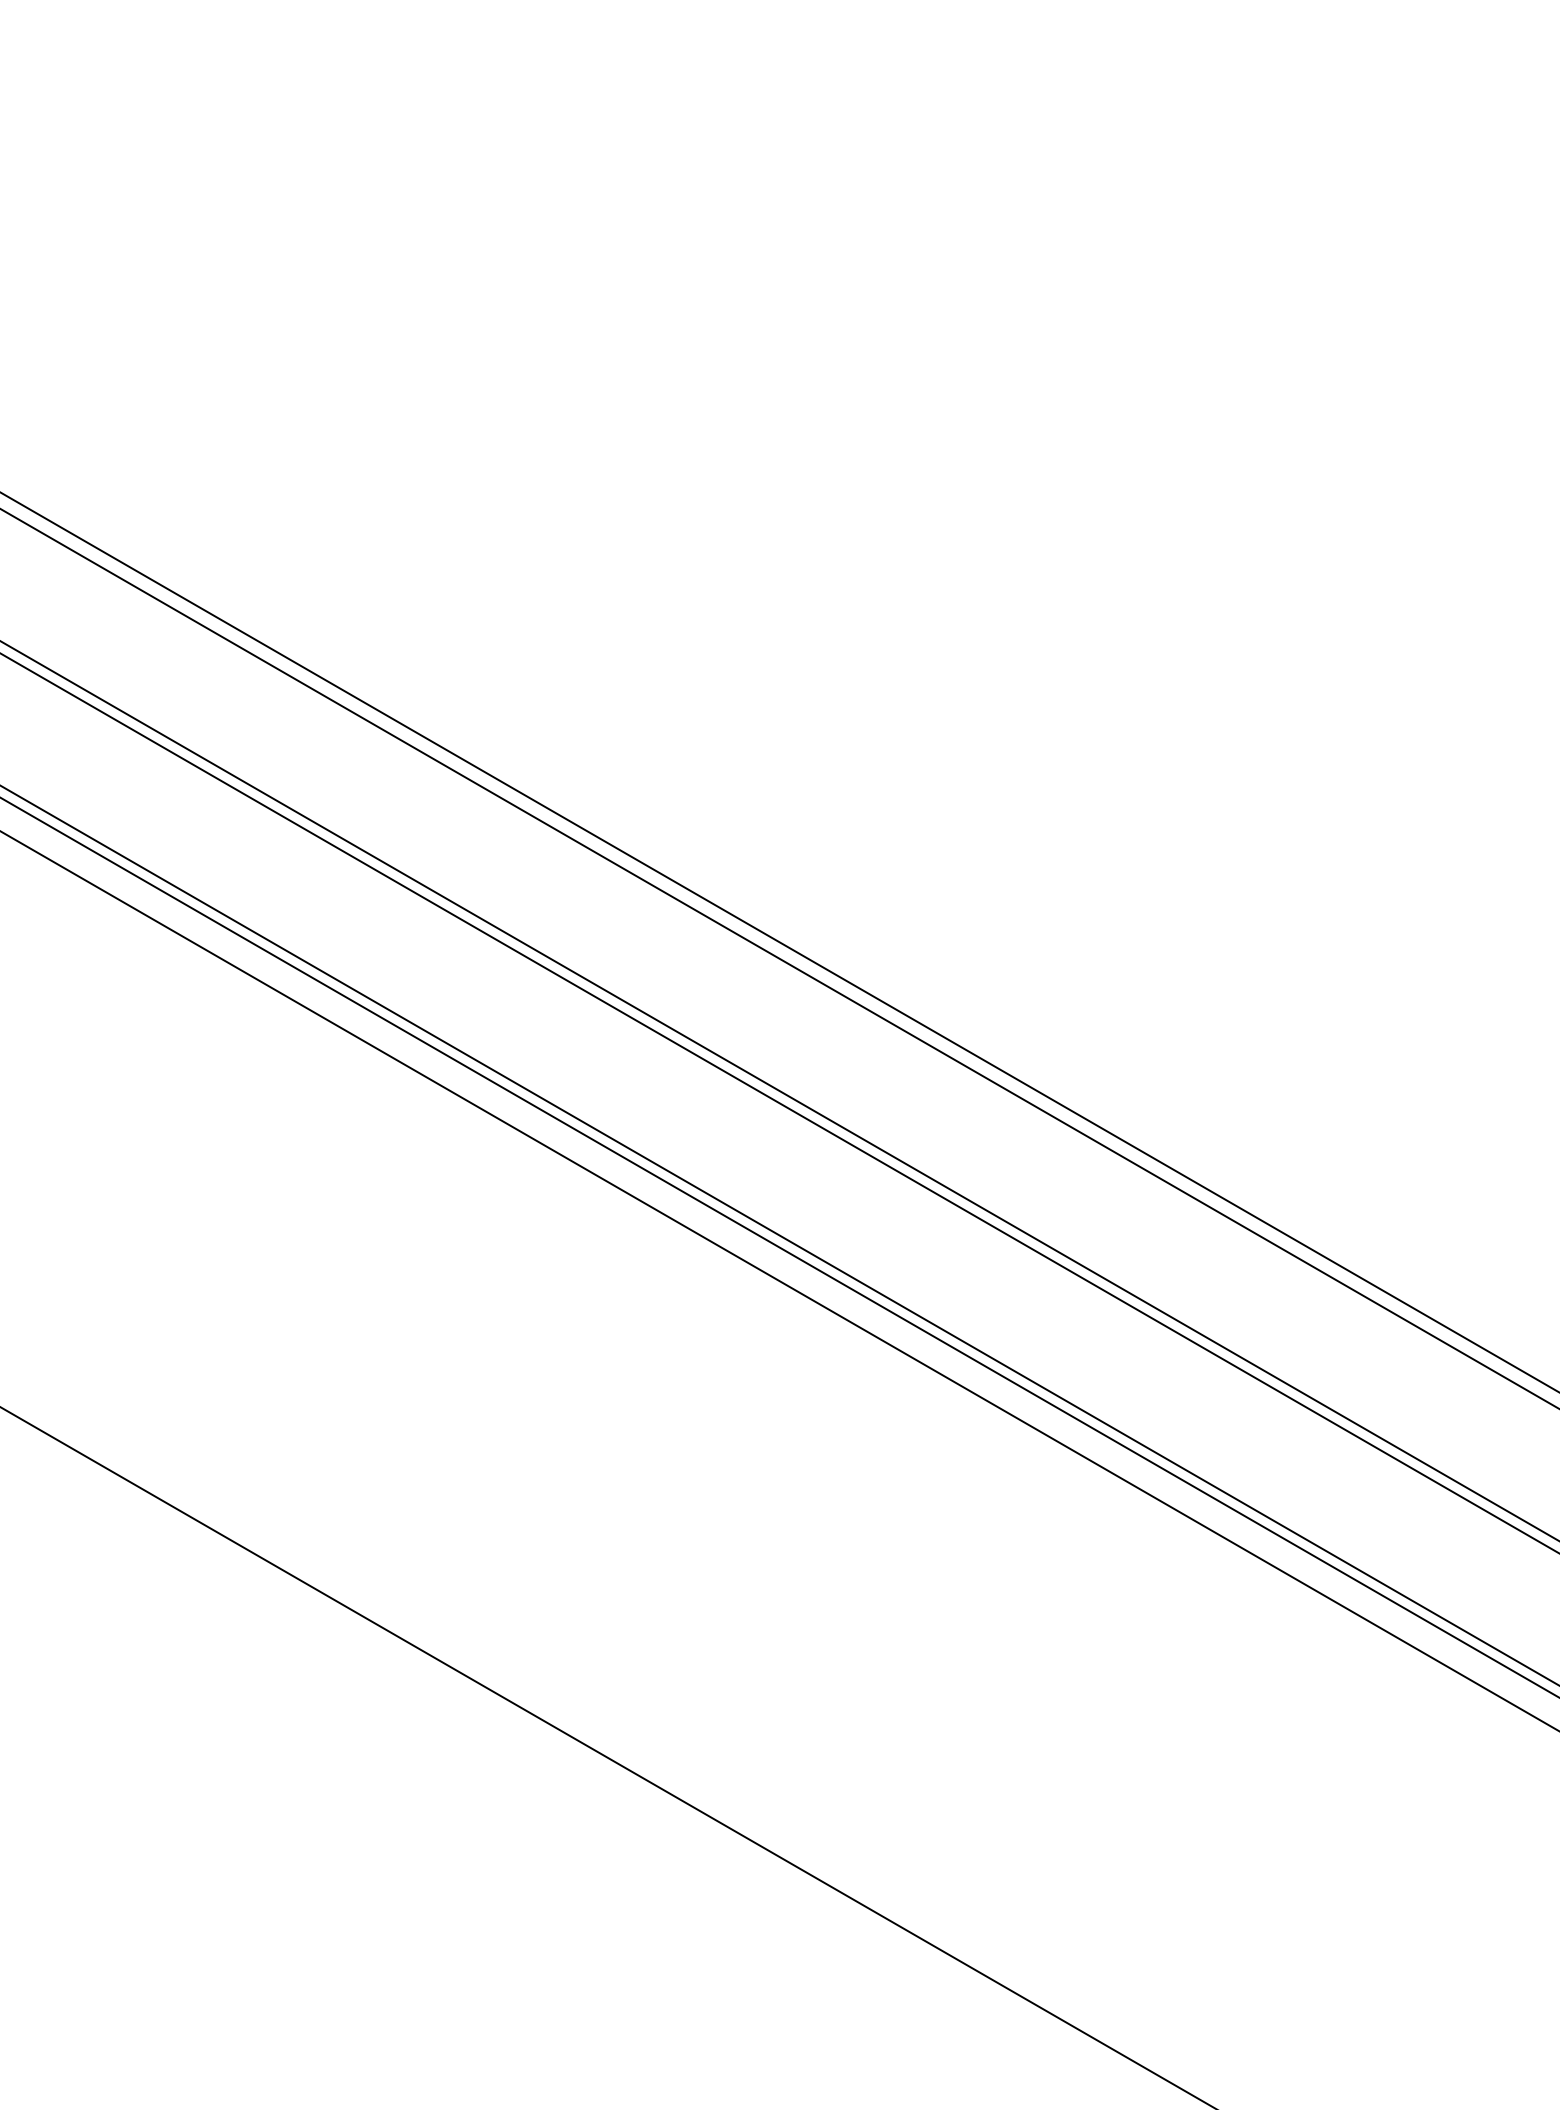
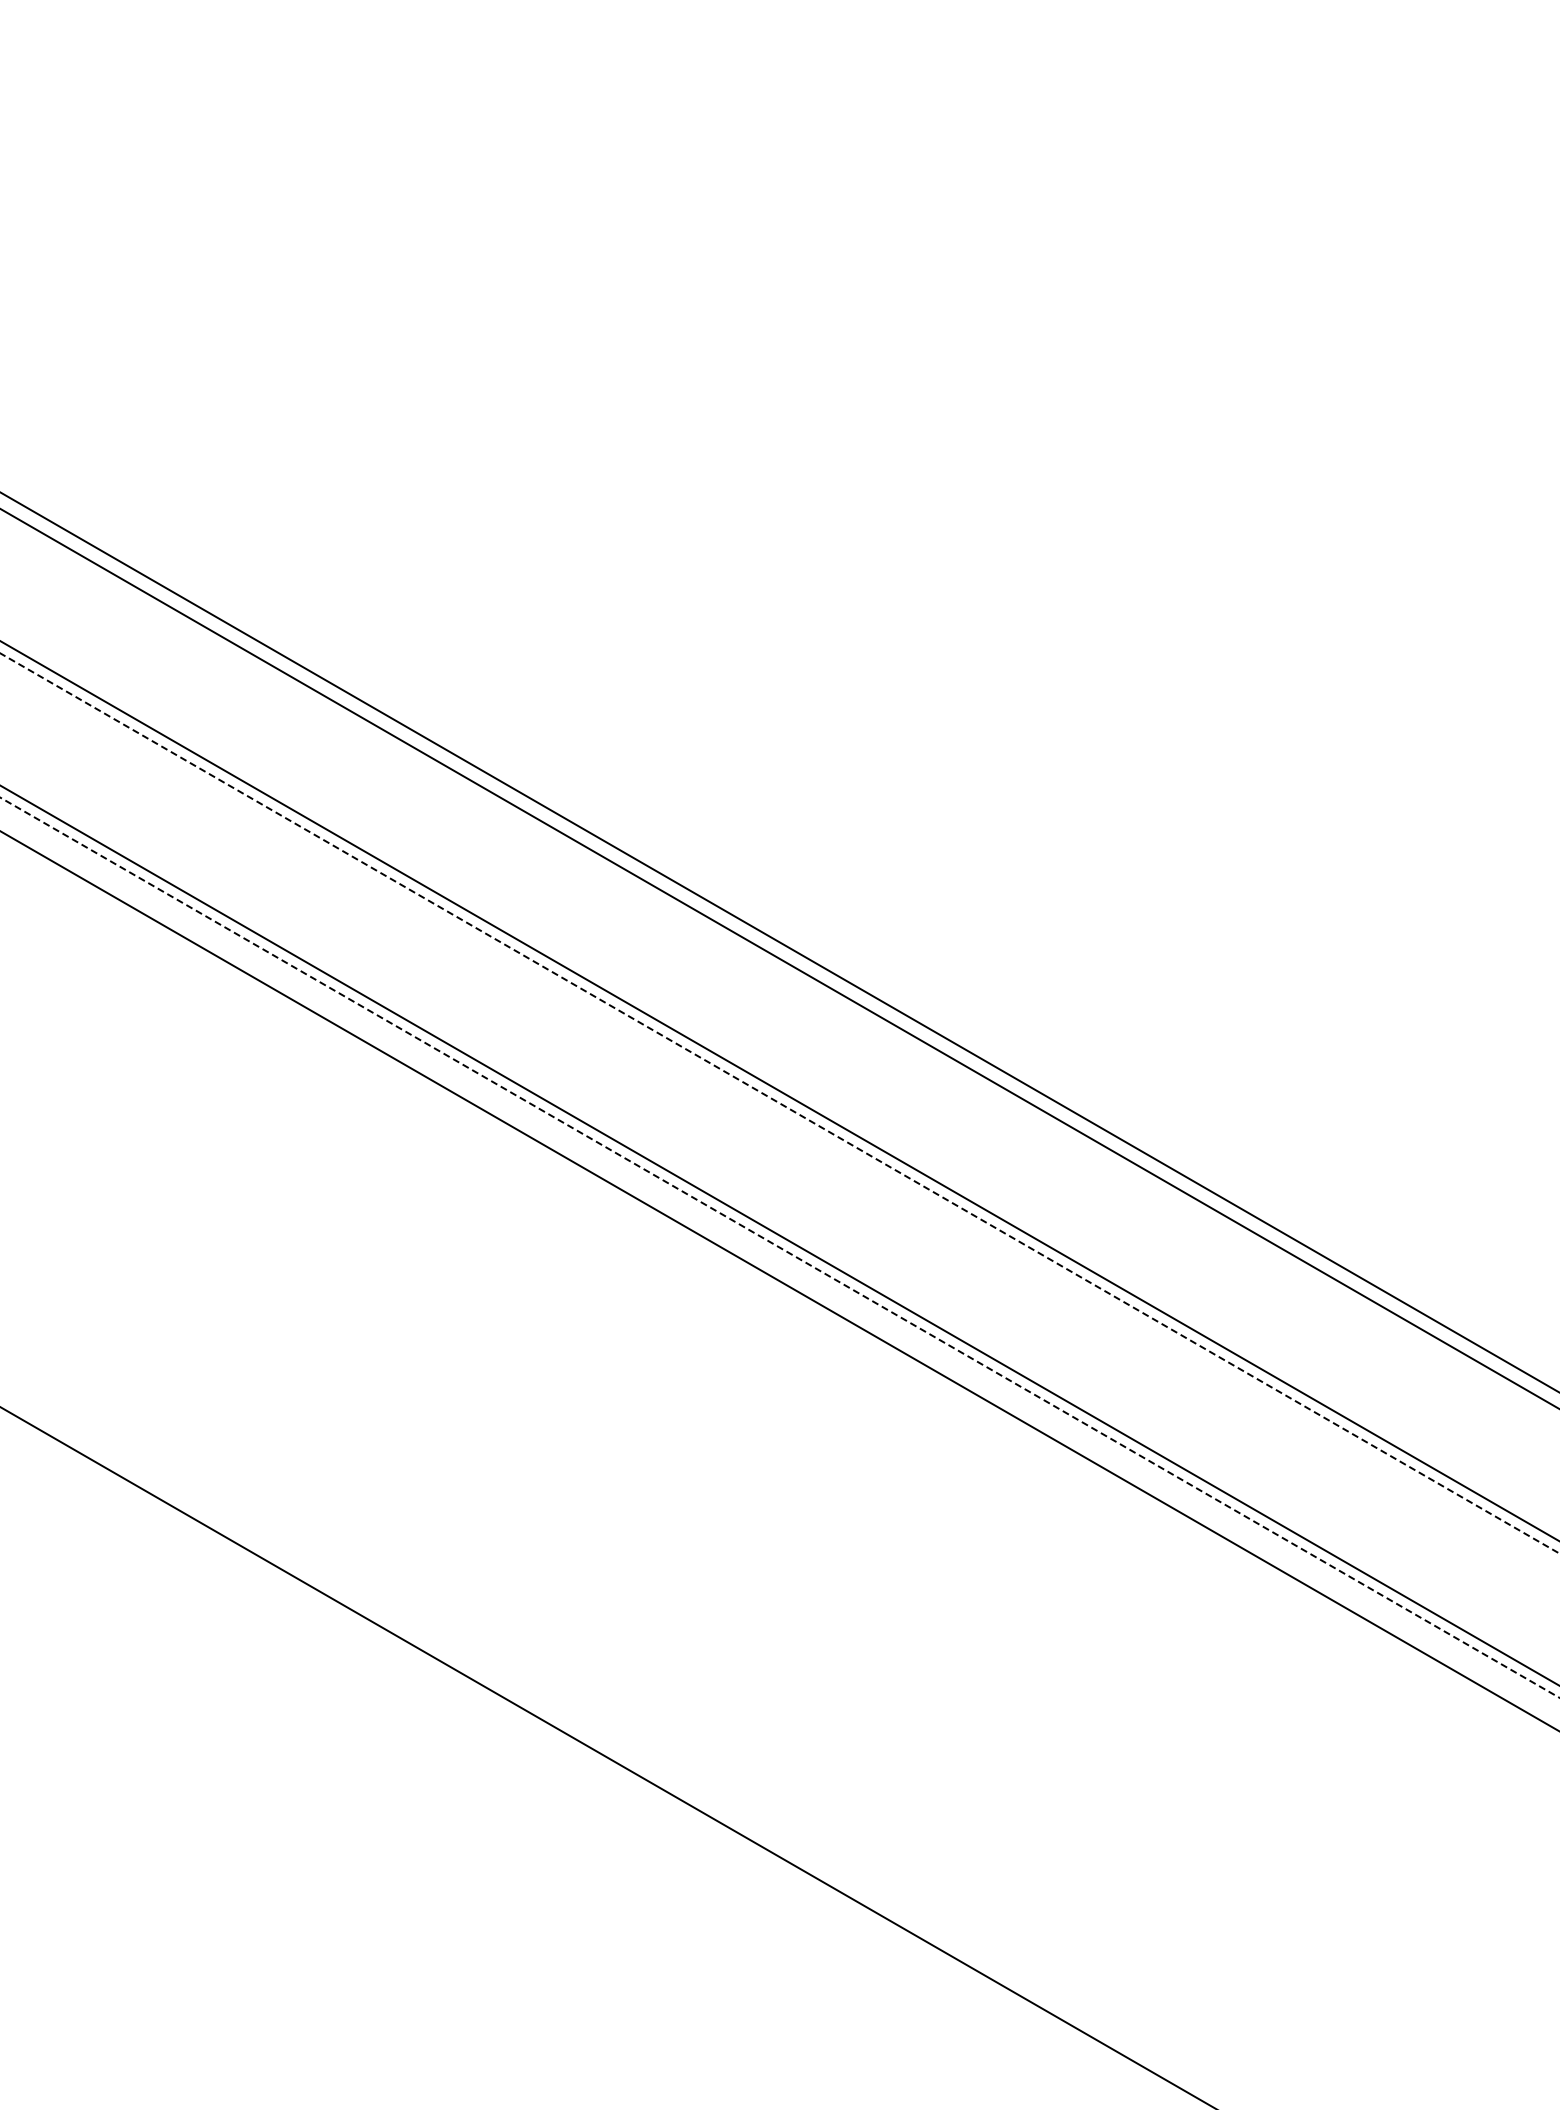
line at (779, 1103): solid -> dashed
line at (780, 1247): solid -> dashed
